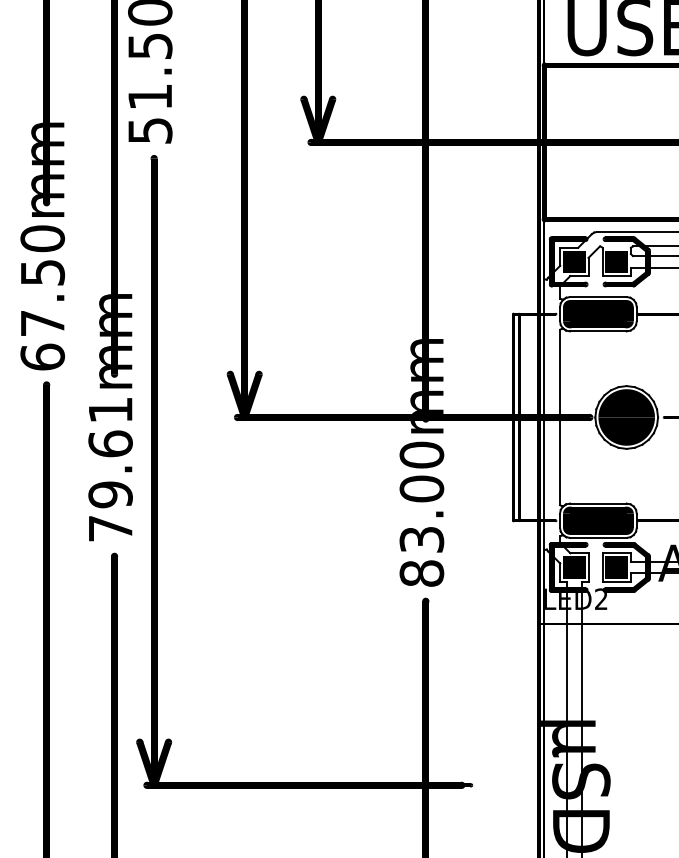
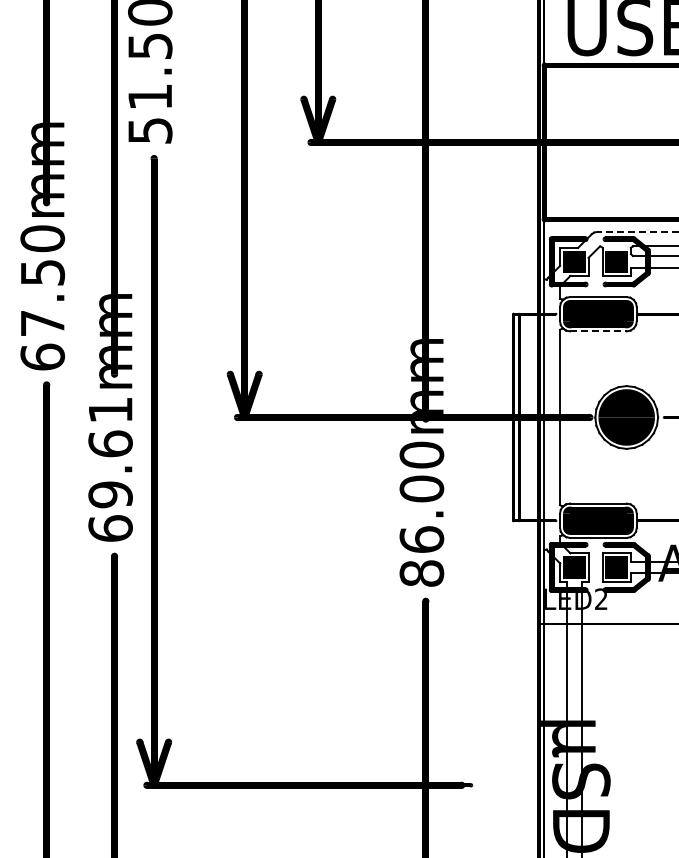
line at (637, 232): solid -> dashed
line at (598, 331): solid -> dashed
text at (110, 528): 79.61mm -> 69.61mm
text at (421, 539): 83.00mm -> 86.00mm
